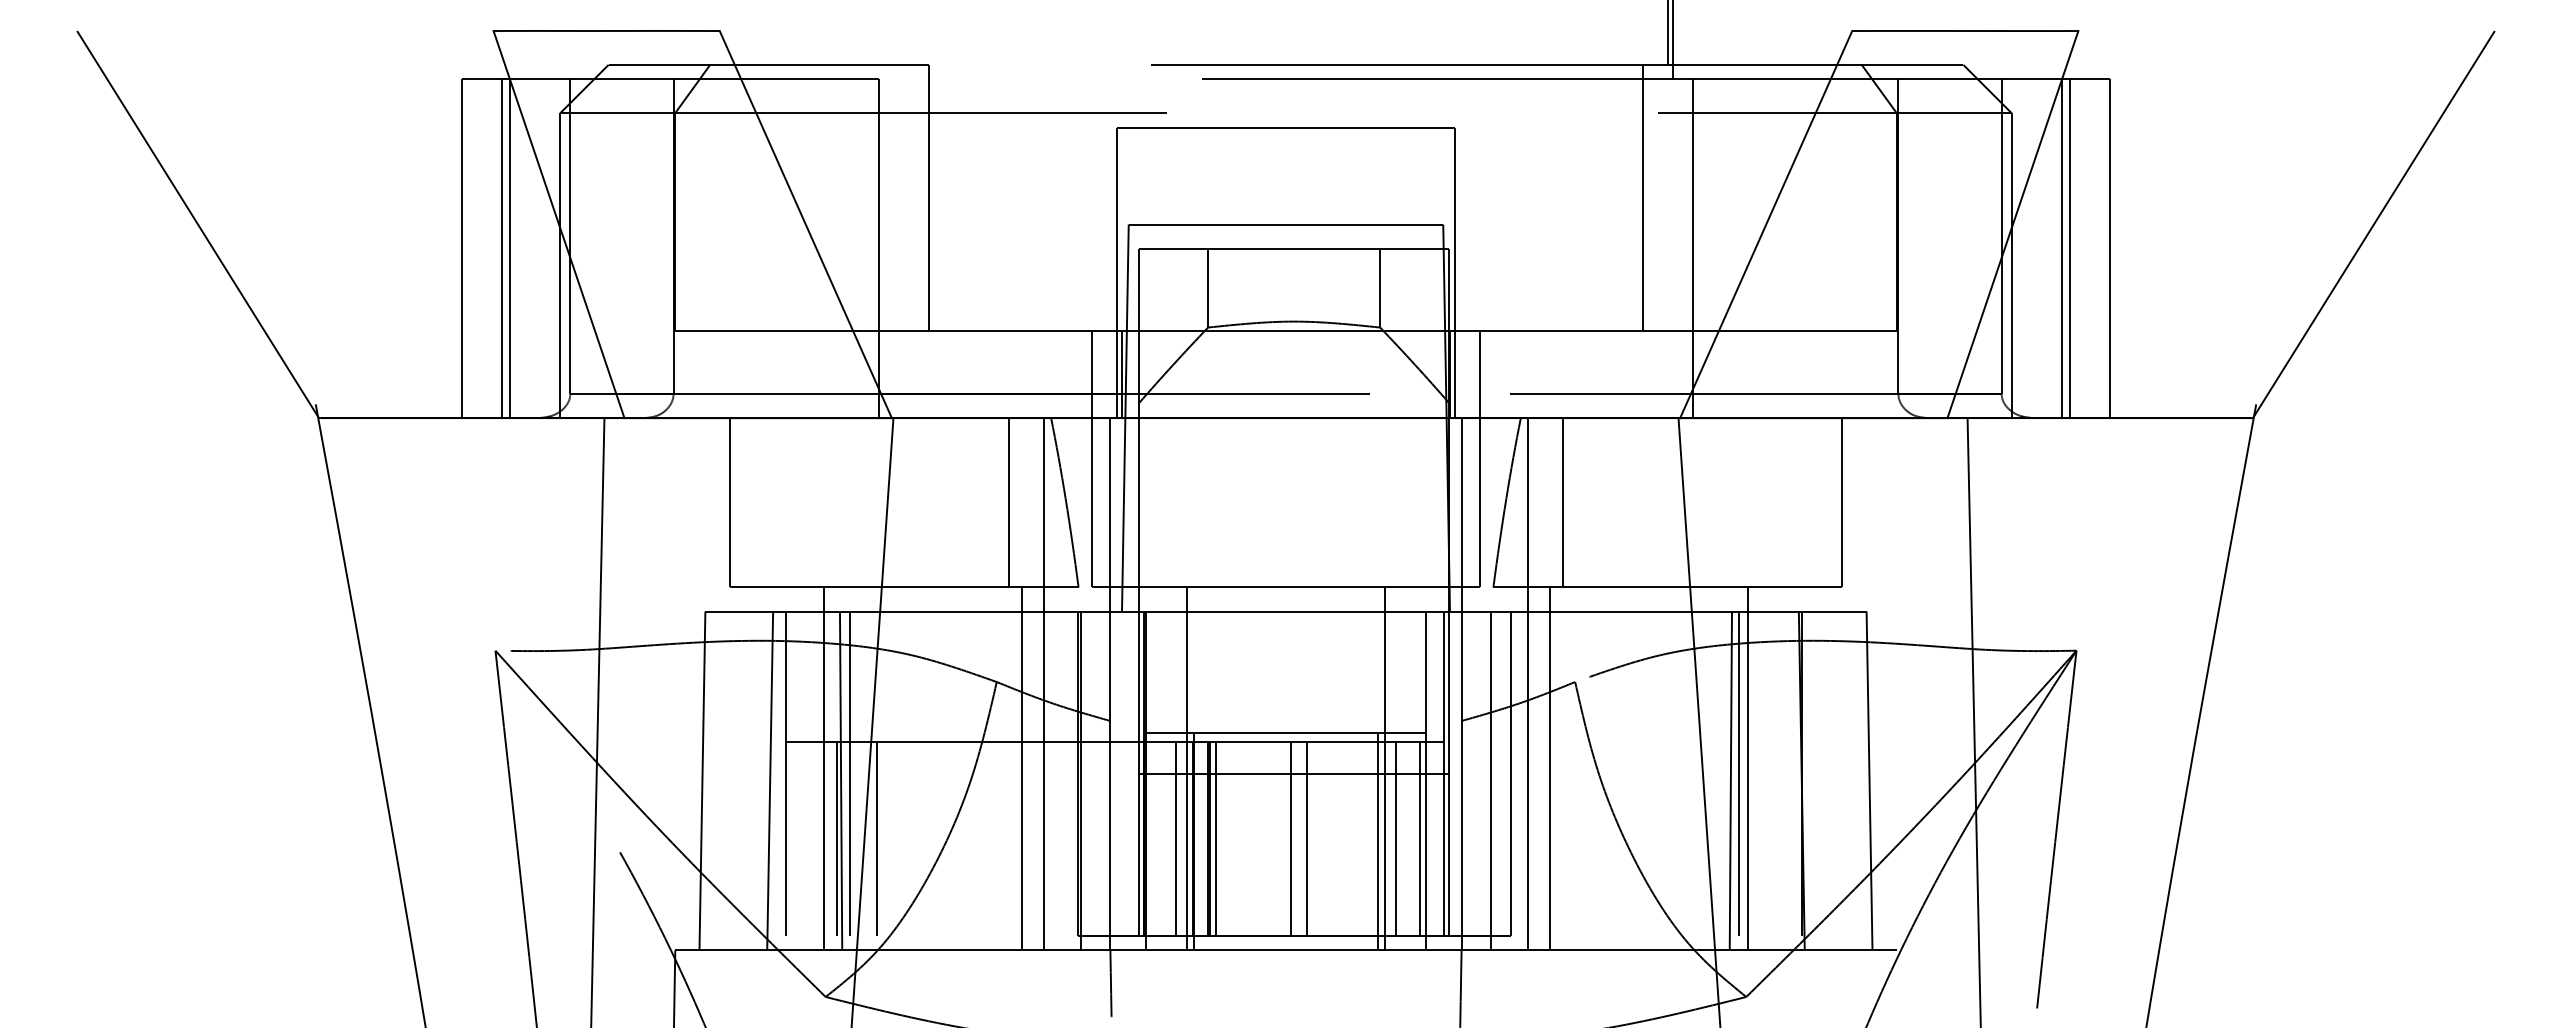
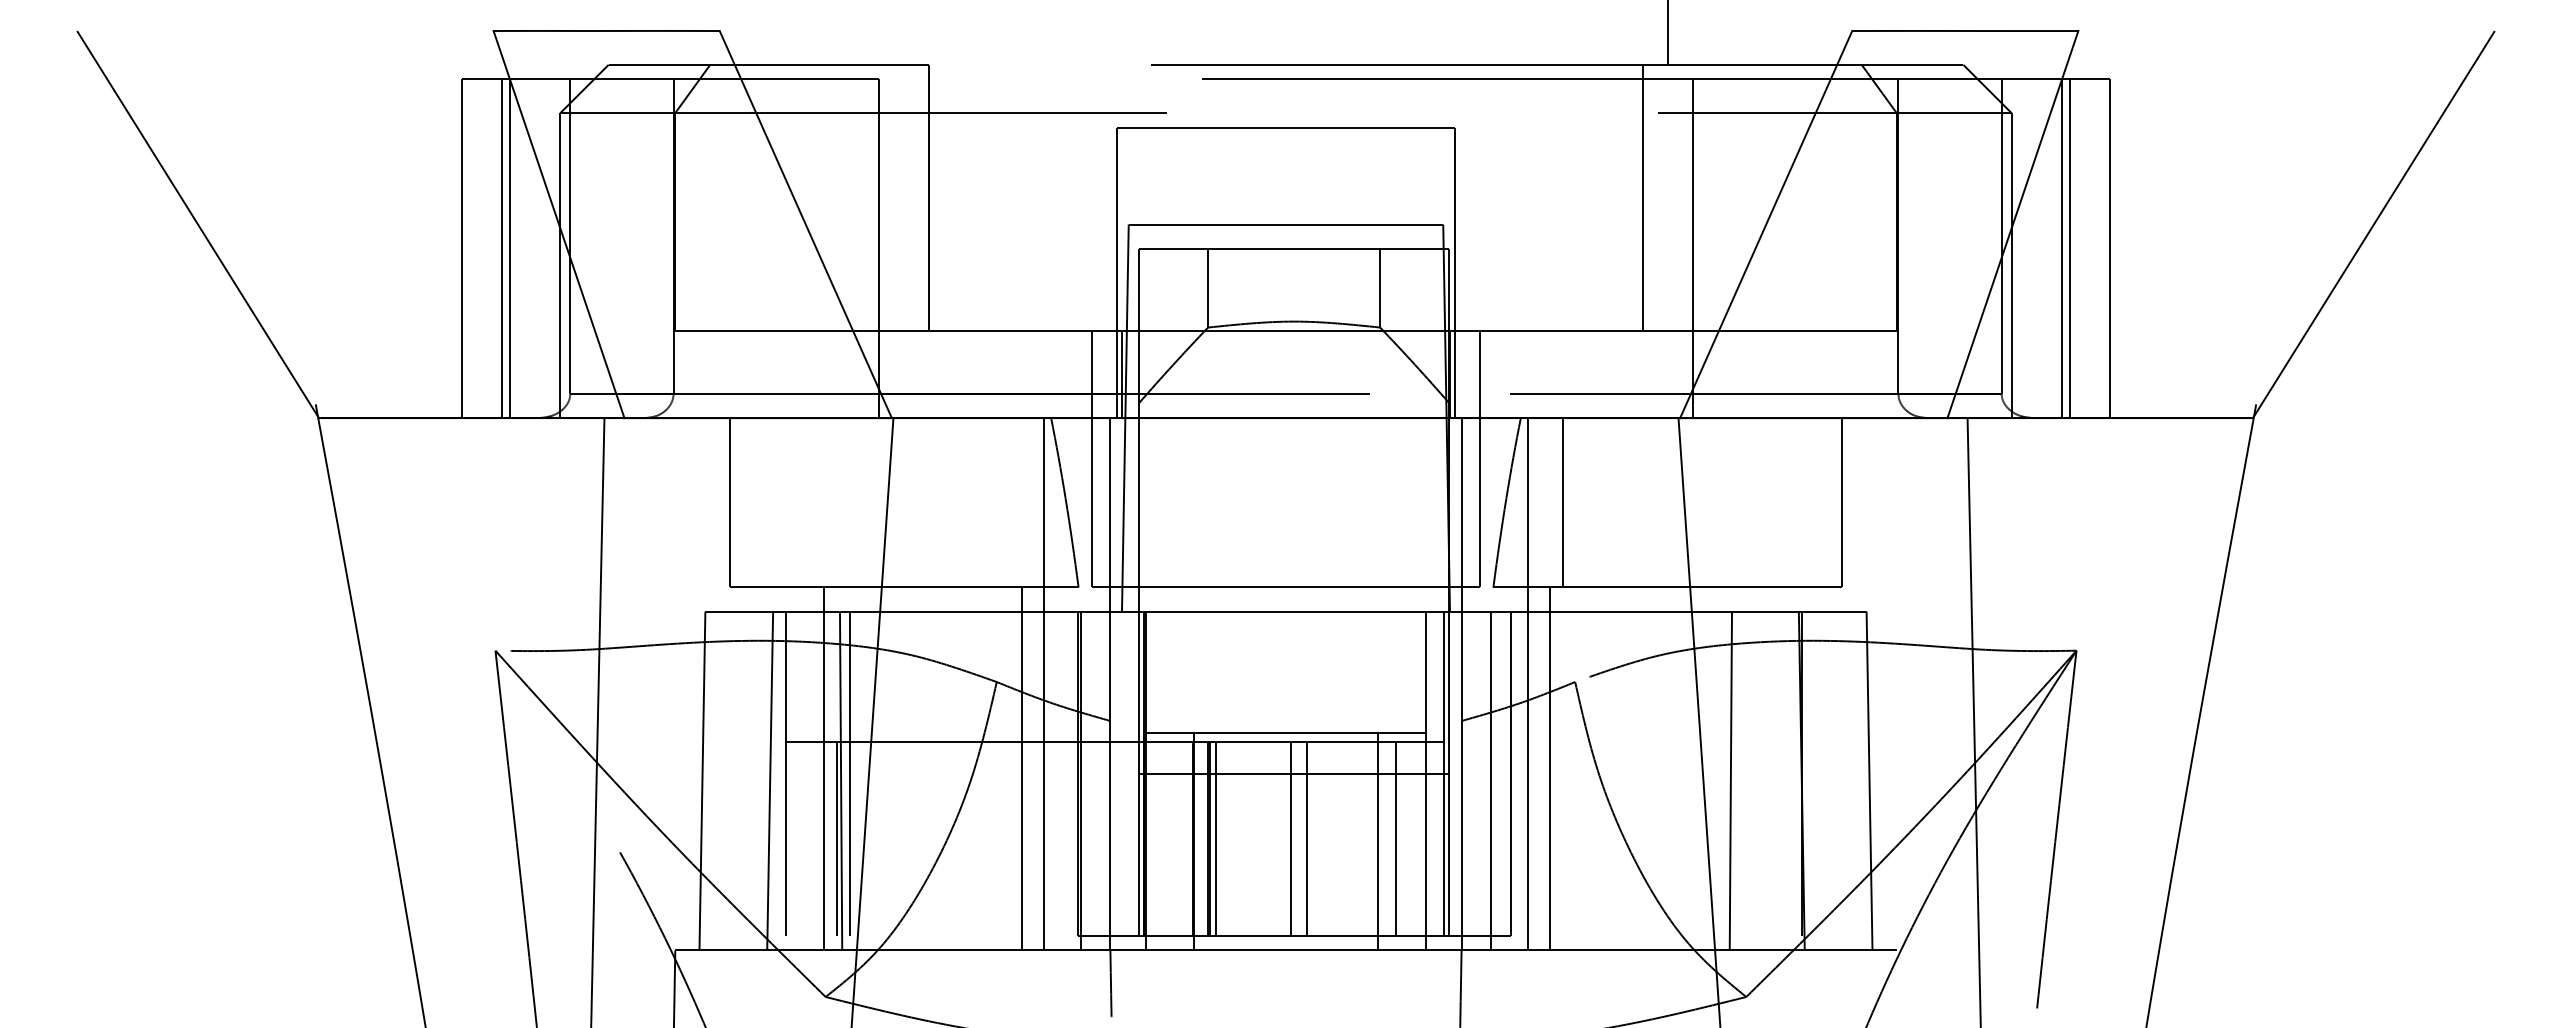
line at (1673, 40): present -> none
line at (1009, 502): present -> none
line at (1186, 768): present -> none
line at (1385, 768): present -> none
line at (1748, 768): present -> none
line at (1738, 773): present -> none
line at (876, 838): present -> none
line at (1176, 838): present -> none
line at (1419, 838): present -> none
